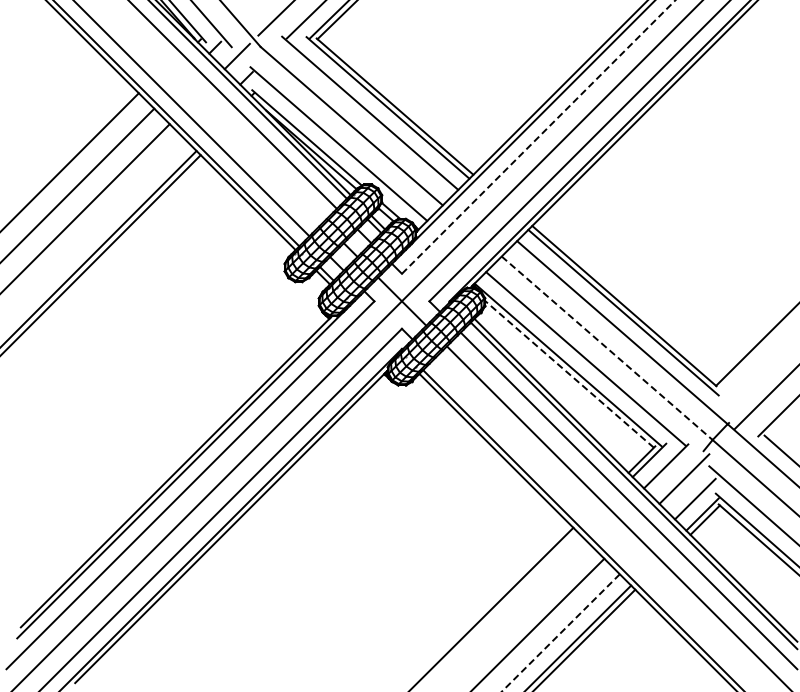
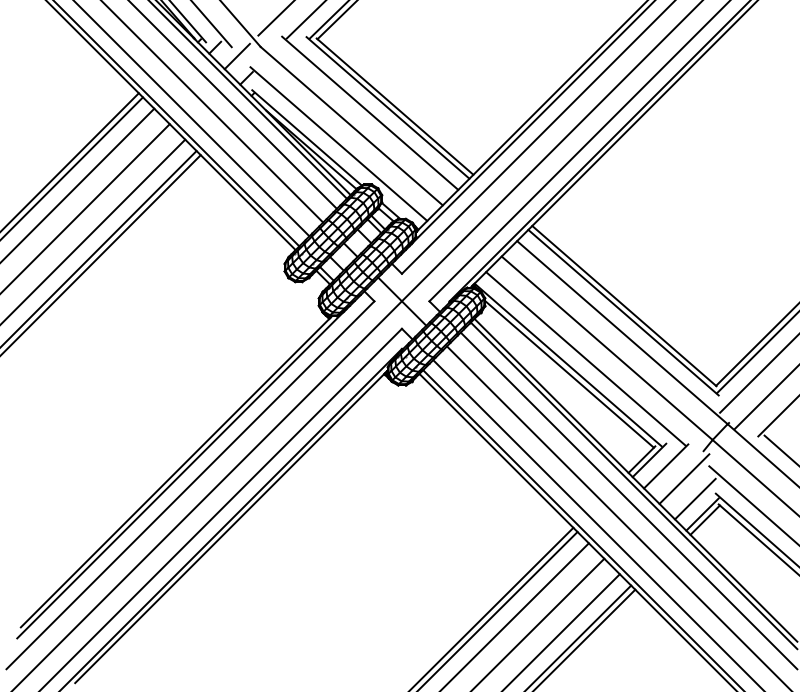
line at (213, 112): none -> present
line at (539, 136): dashed -> solid
line at (72, 167): none -> present
line at (93, 231): none -> present
line at (607, 348): dashed -> solid
line at (756, 353): none -> present
line at (569, 374): dashed -> solid
line at (758, 374): none -> present
line at (597, 524): none -> present
line at (498, 610): none -> present
line at (515, 615): none -> present
line at (560, 633): dashed -> solid
